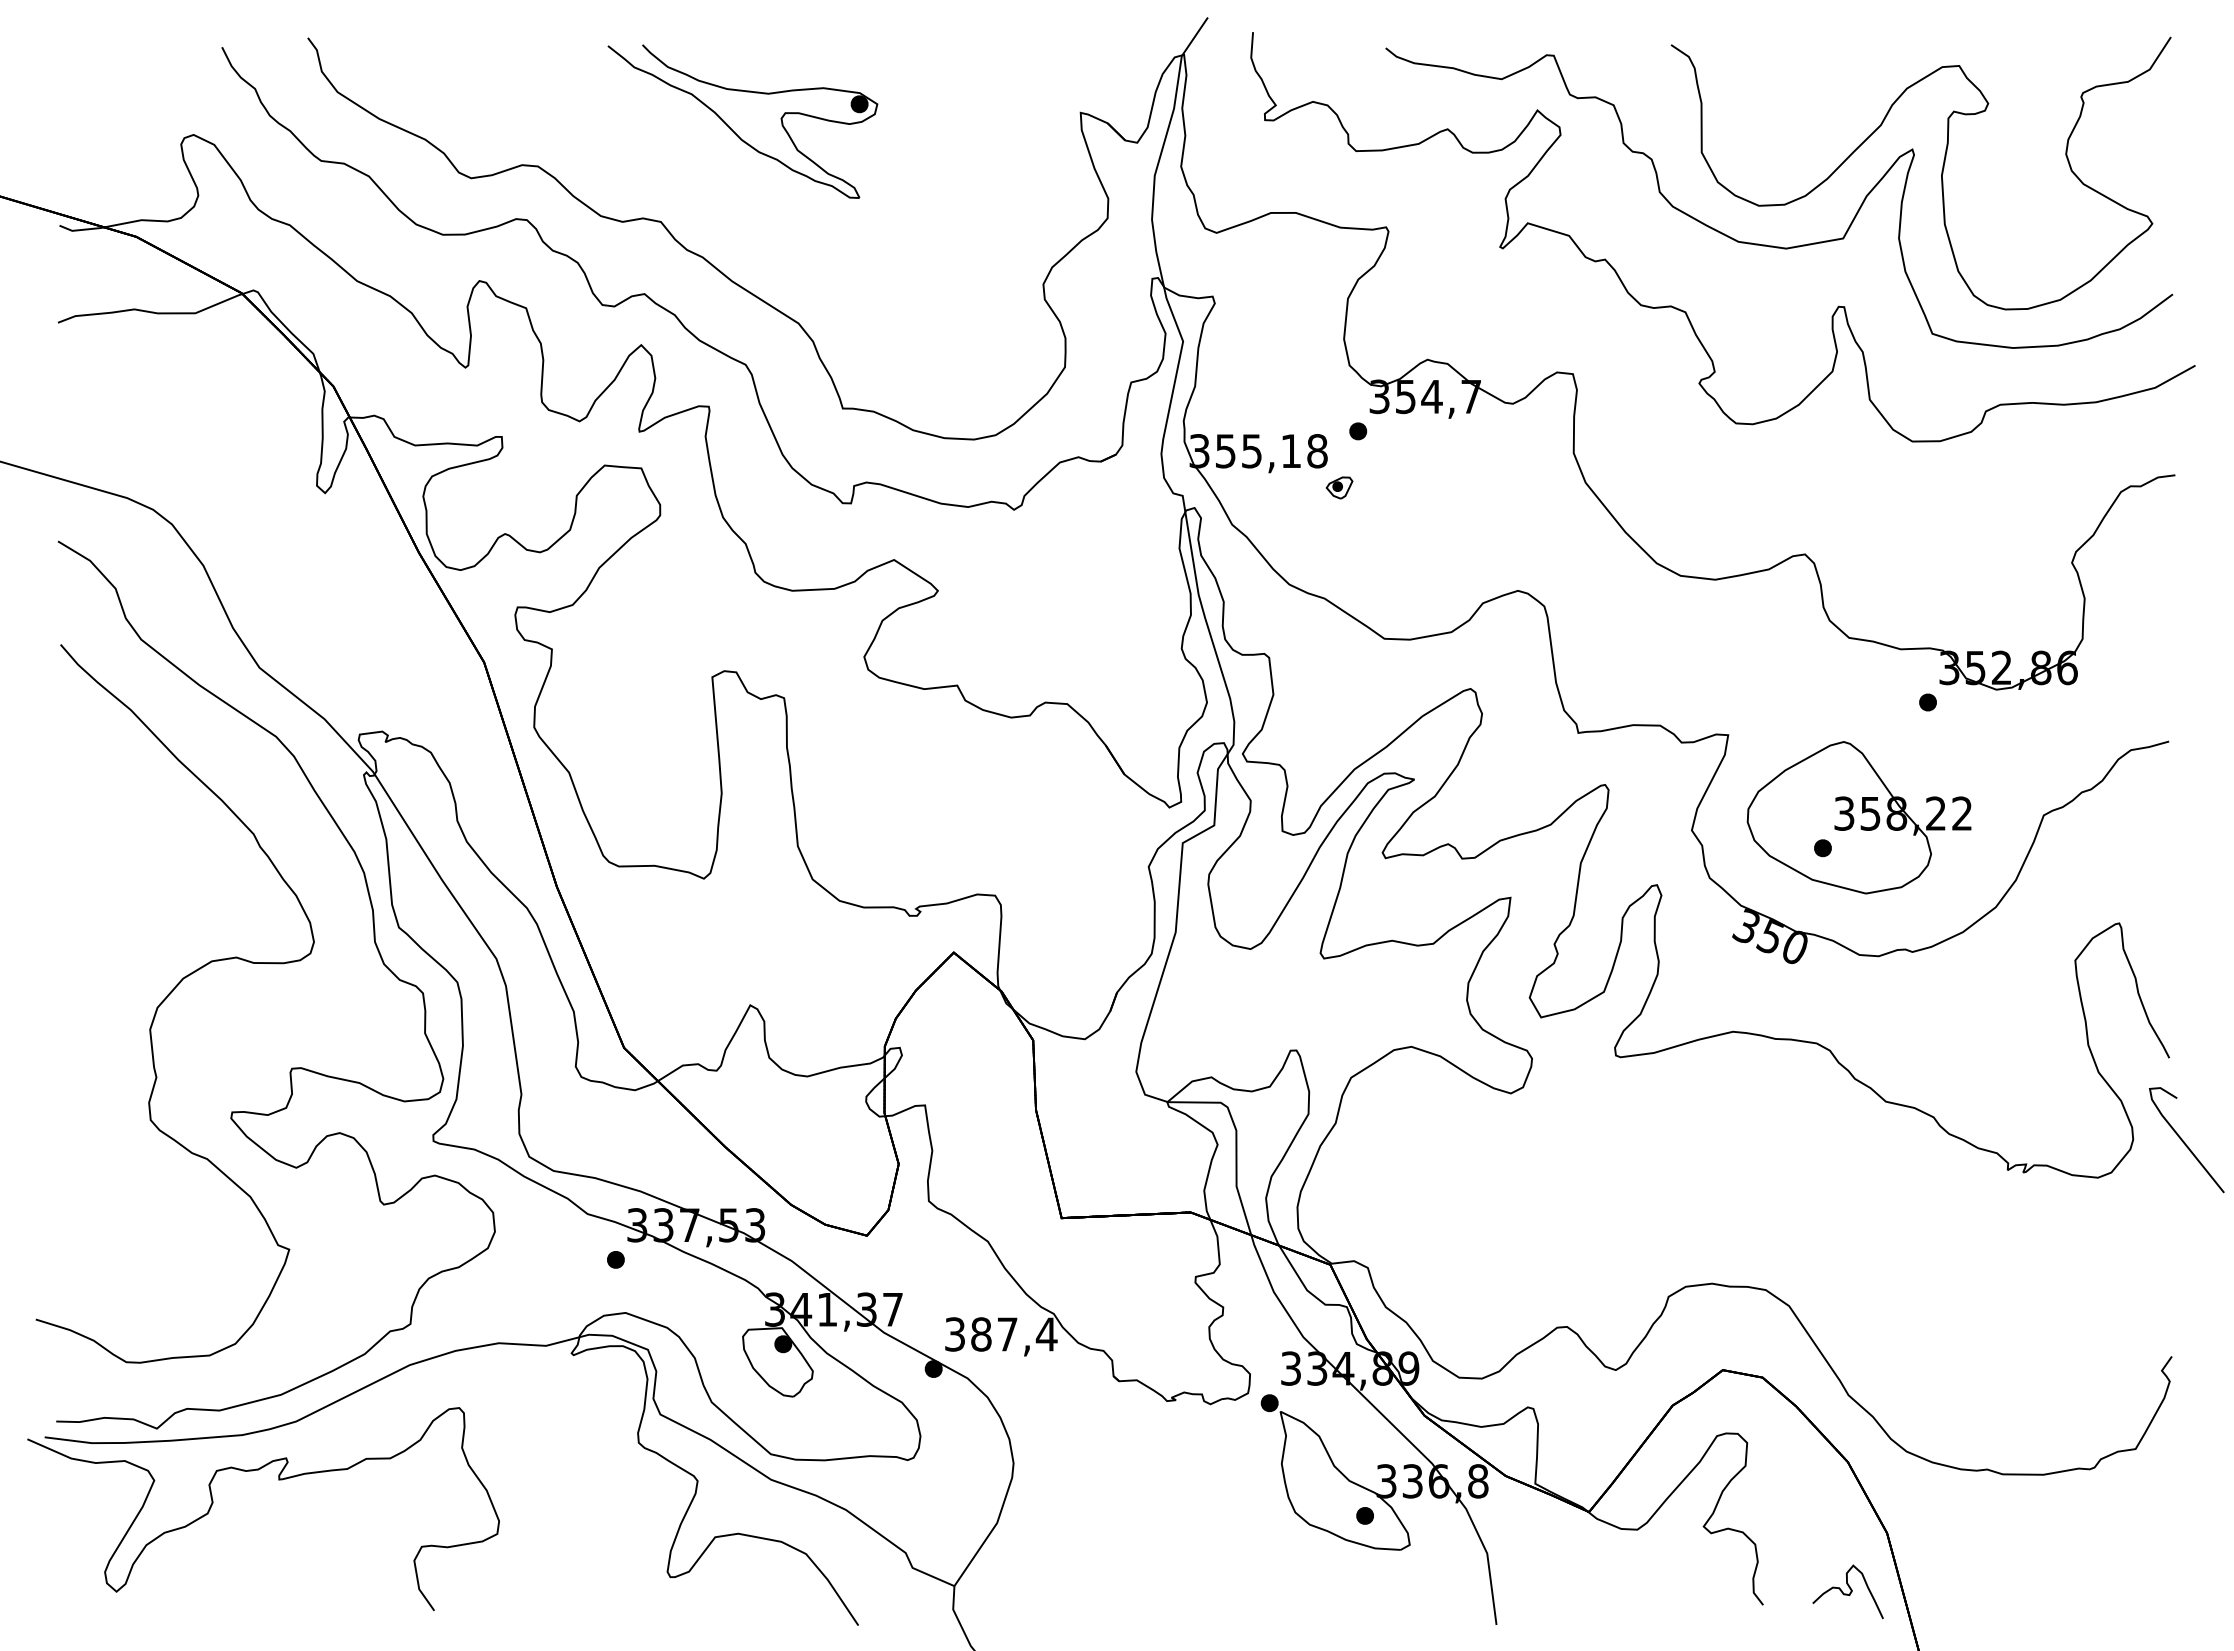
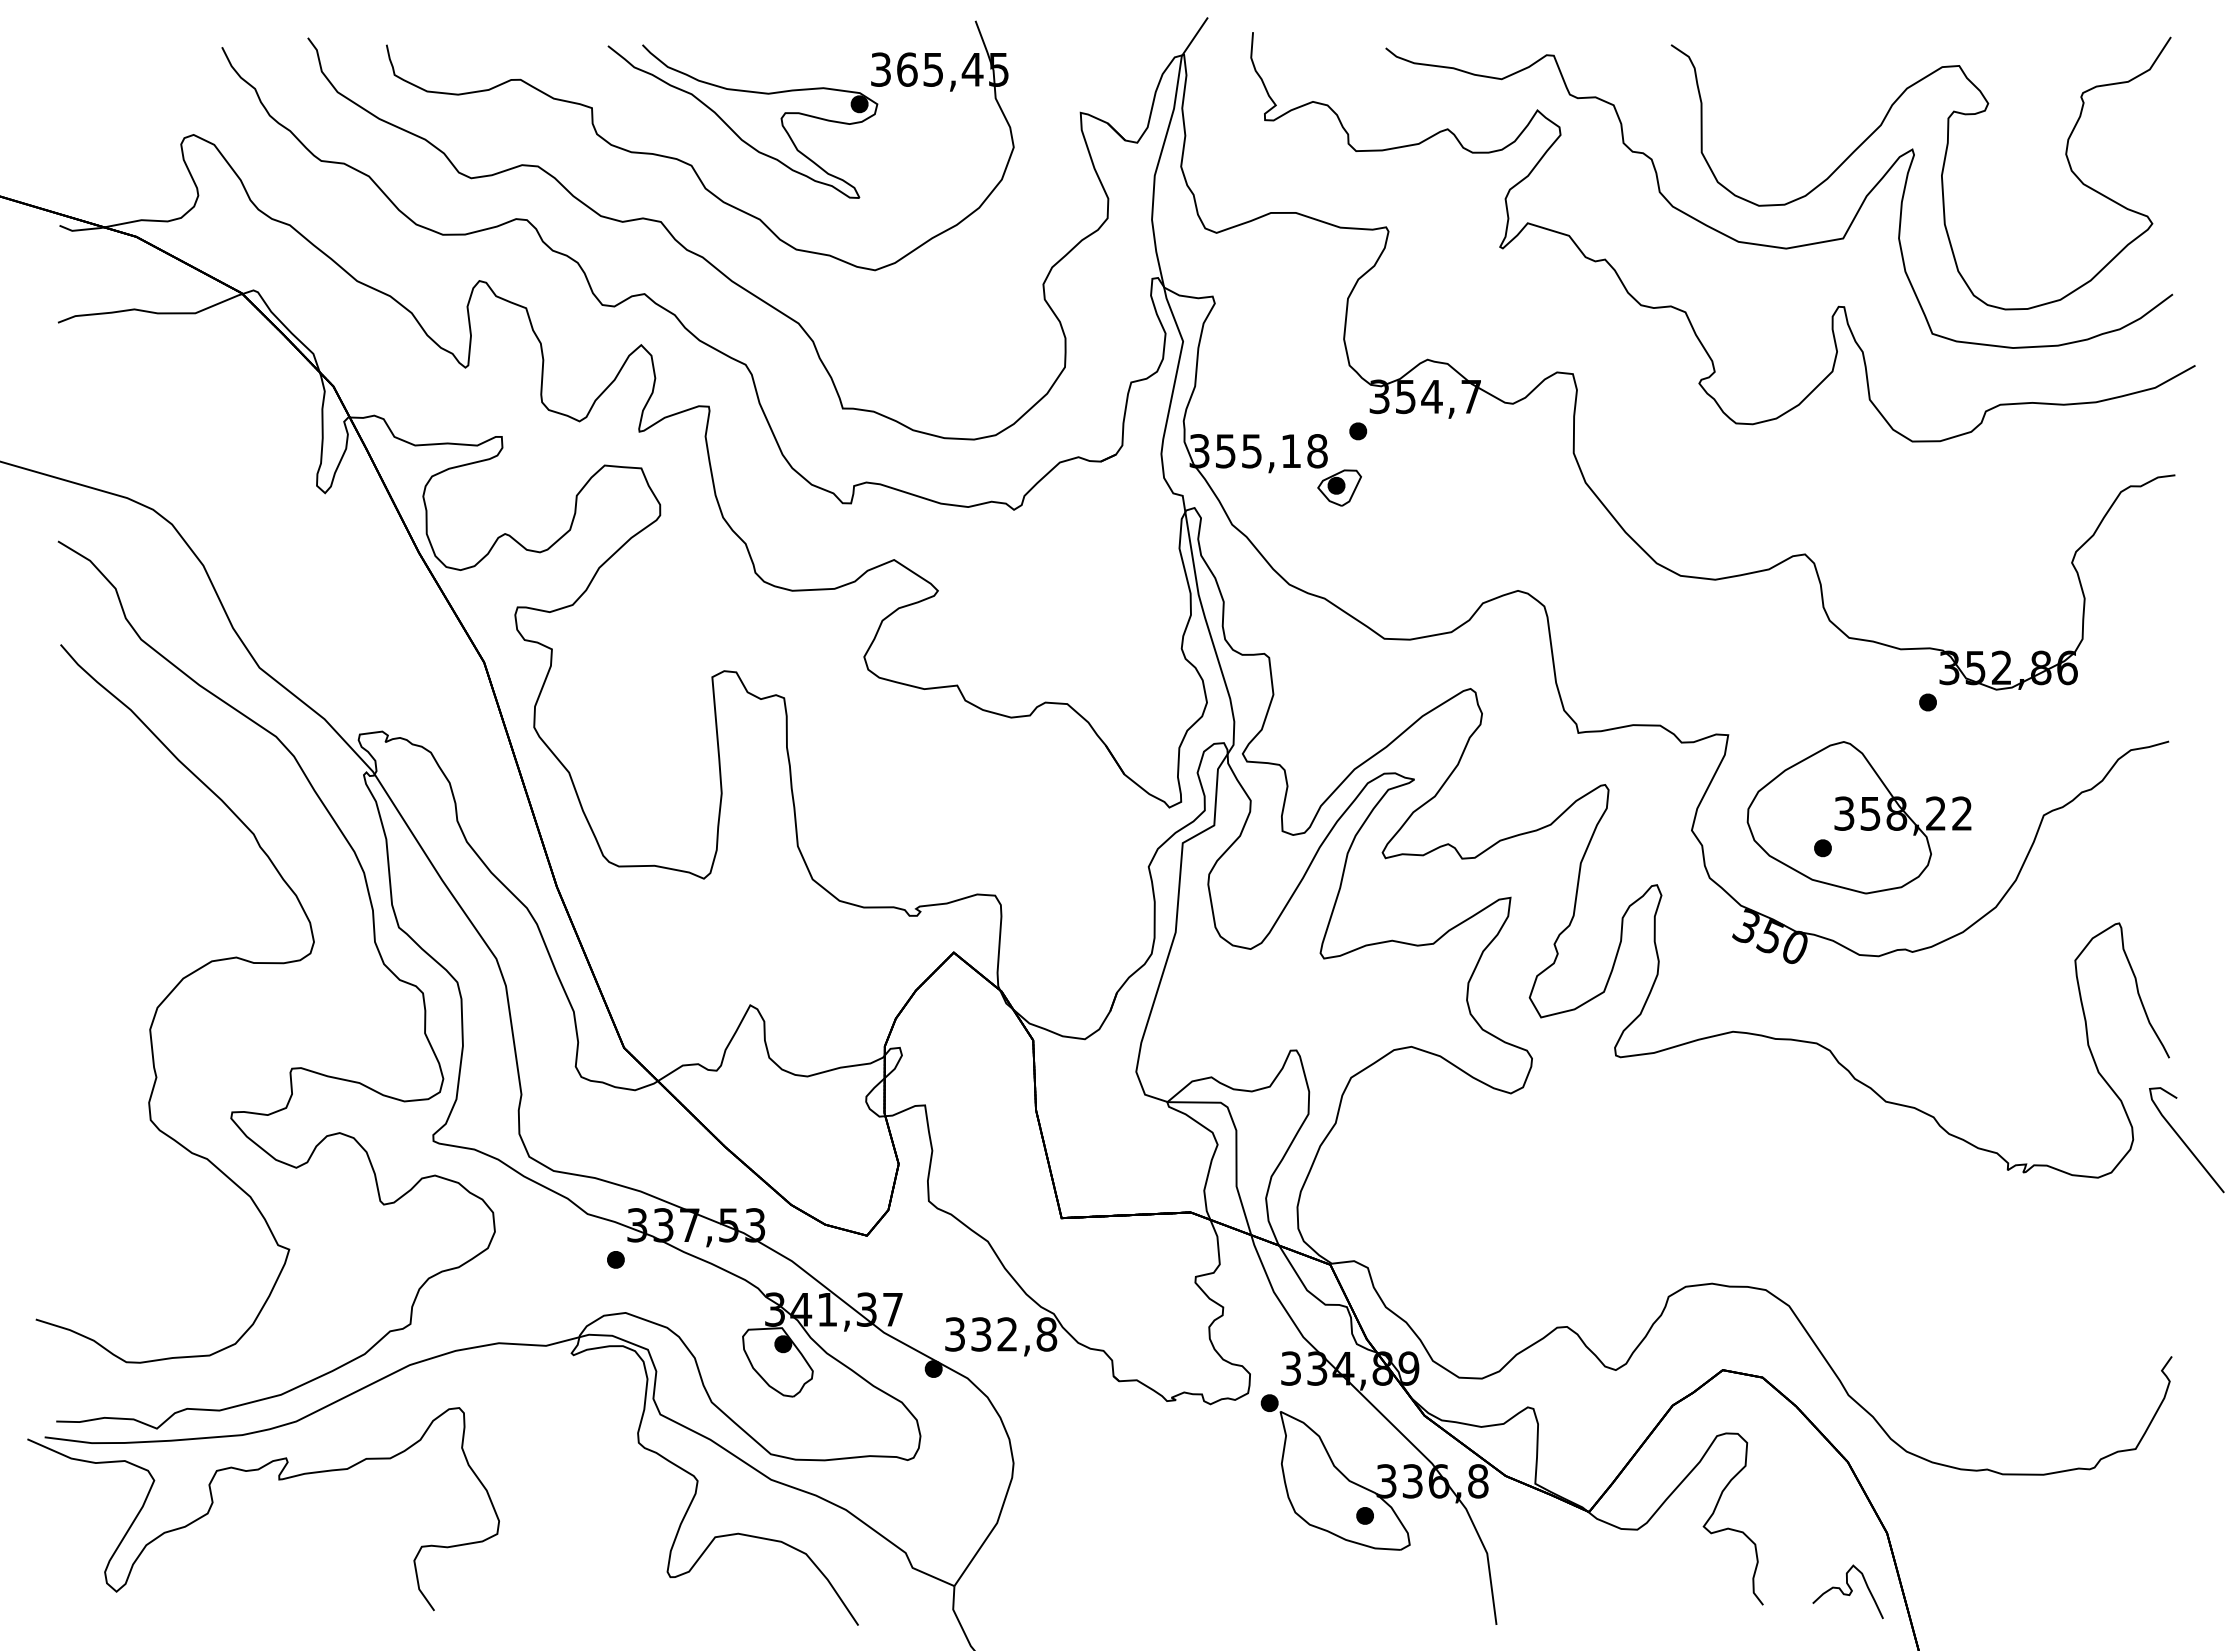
part at (691, 164): none -> present
part at (1339, 487) size: 29x24 px -> 45x38 px
text at (1014, 1334): 387,4 -> 332,8
